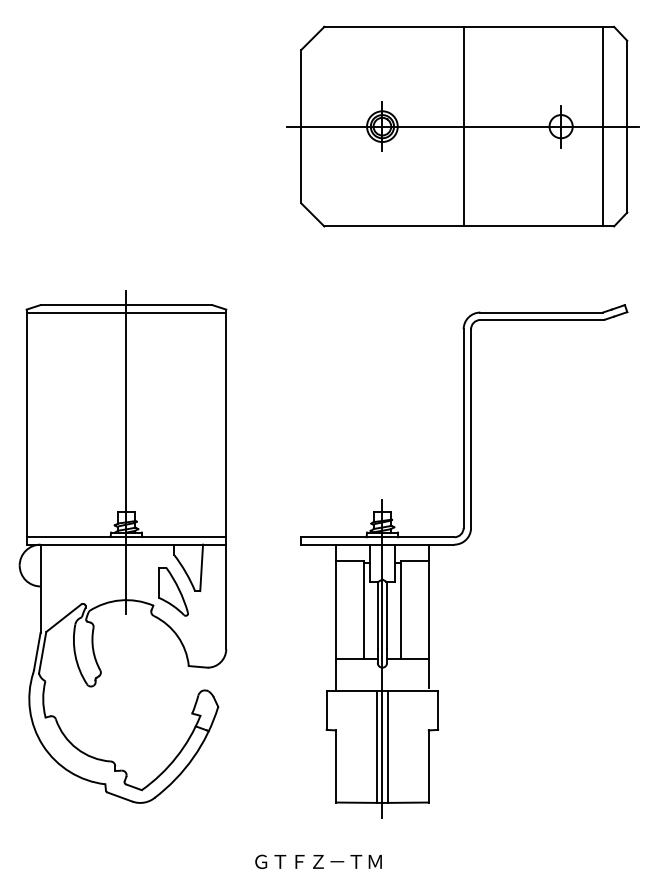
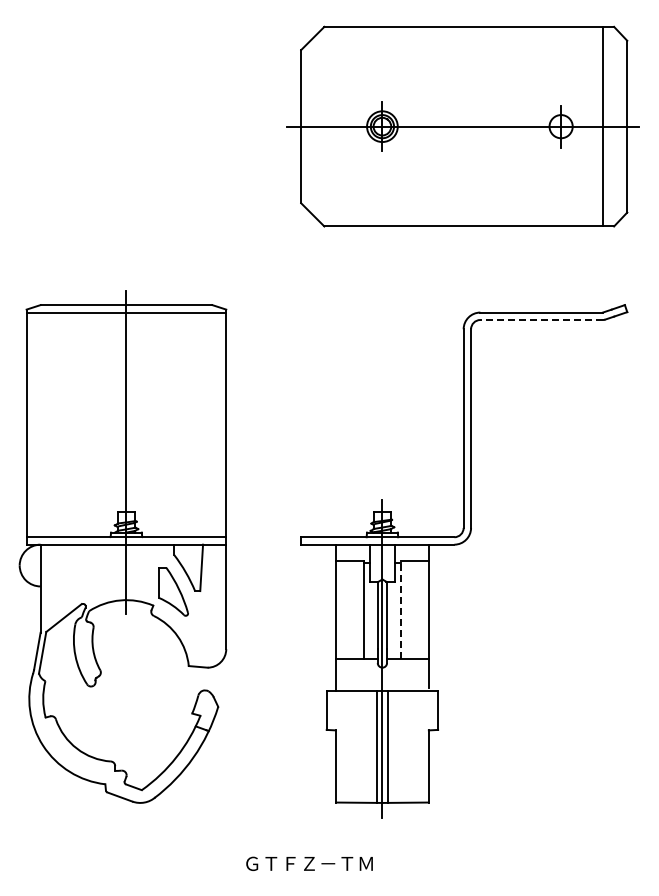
line at (463, 126): present -> none
line at (541, 320): solid -> dashed
line at (400, 610): solid -> dashed
text at (318, 861) position: (318, 861) -> (309, 863)
